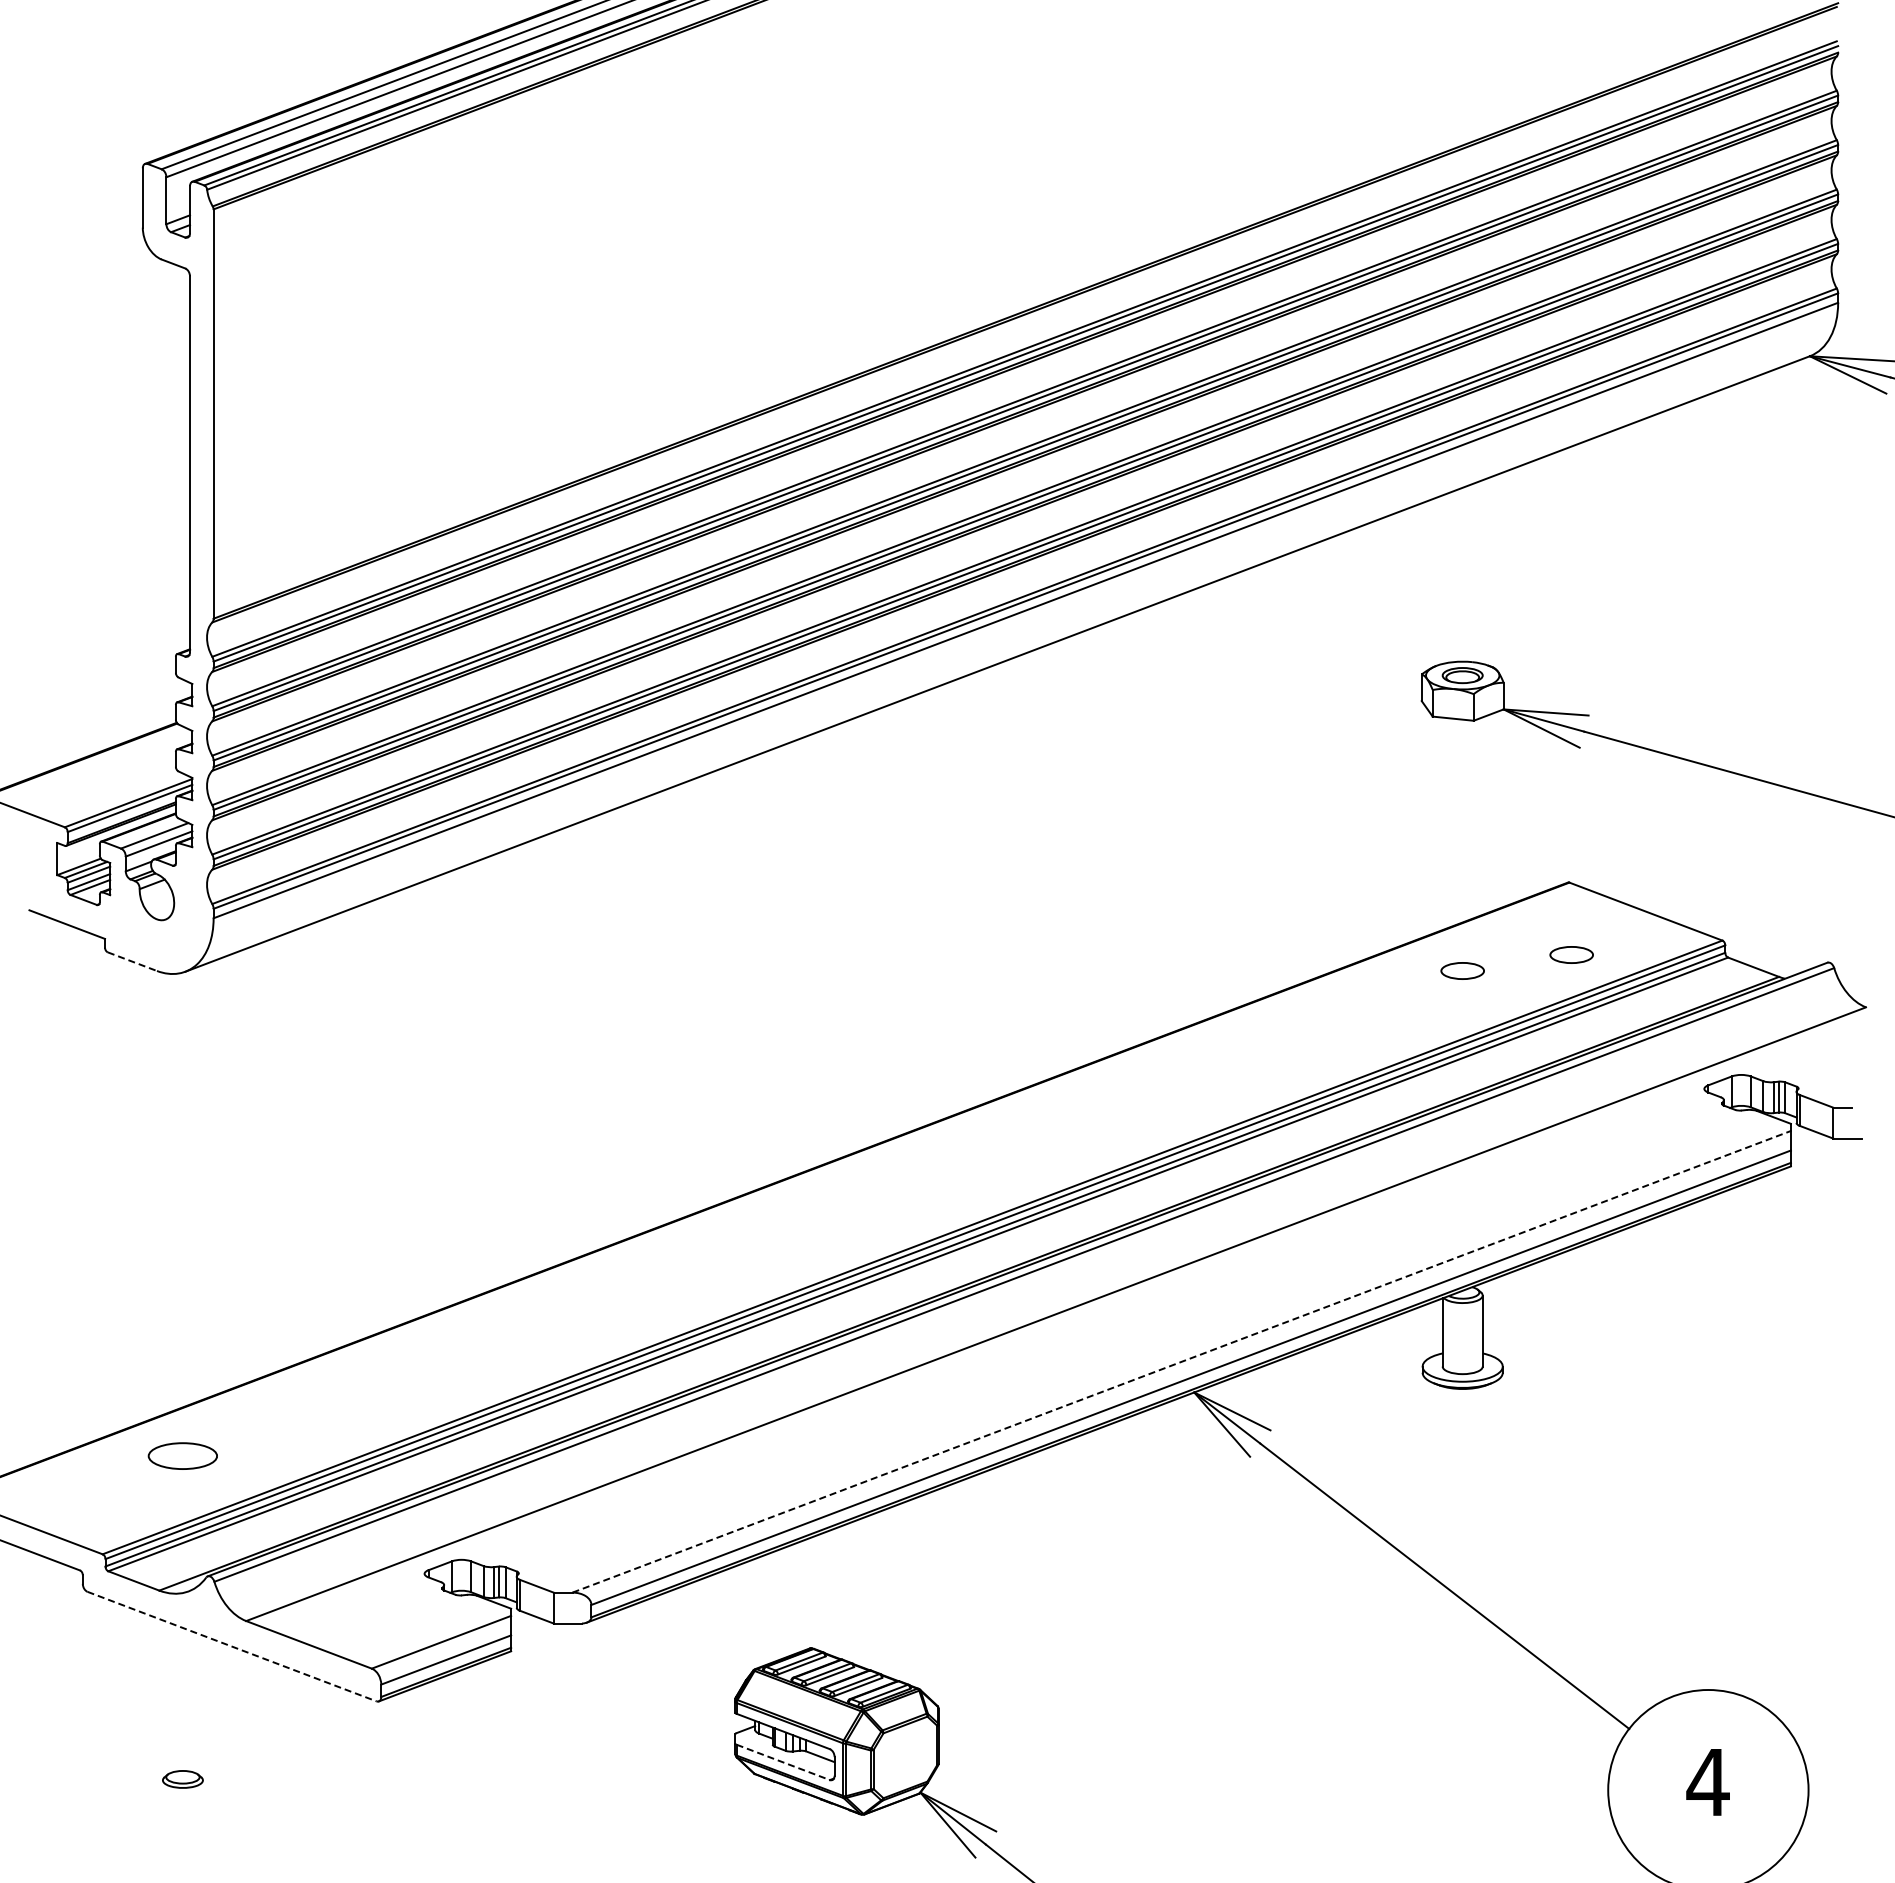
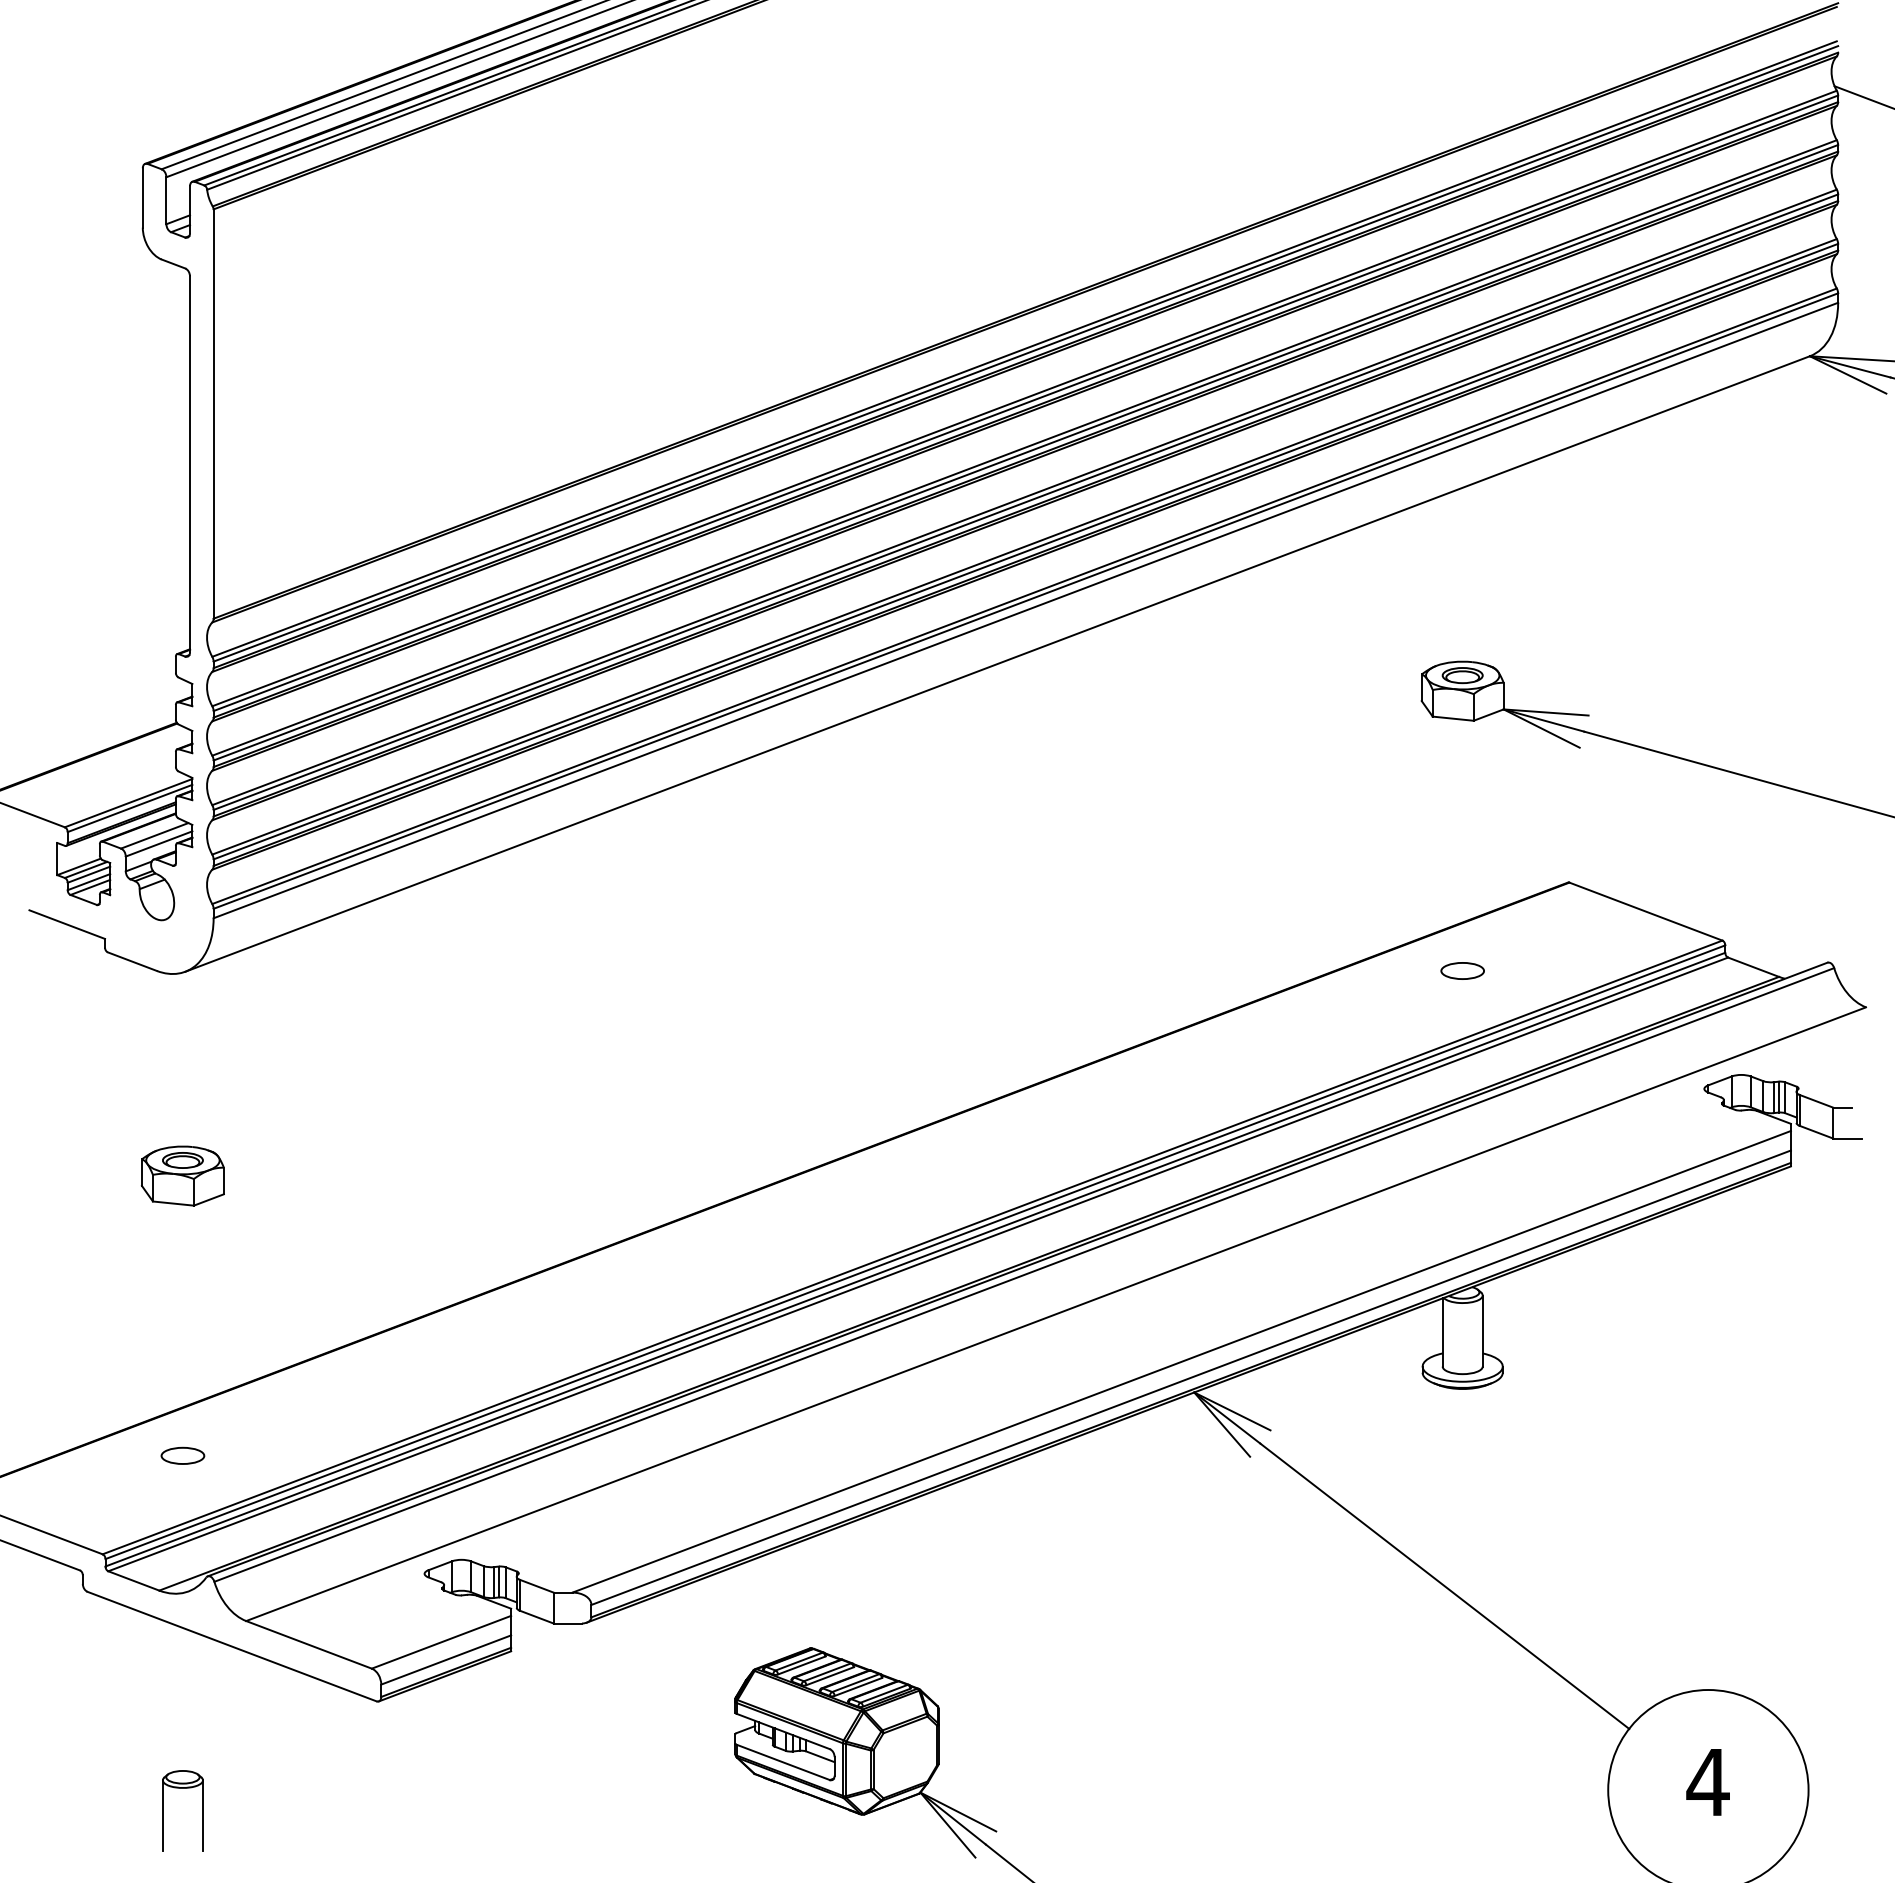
line at (1862, 96): none -> present
part at (1571, 954): present -> none
line at (132, 961): dashed -> solid
part at (182, 1175): none -> present
line at (1182, 1361): dashed -> solid
part at (182, 1455) size: 71x28 px -> 46x19 px
line at (232, 1646): dashed -> solid
line at (783, 1762): dashed -> solid
line at (162, 1815): none -> present
line at (202, 1815): none -> present
